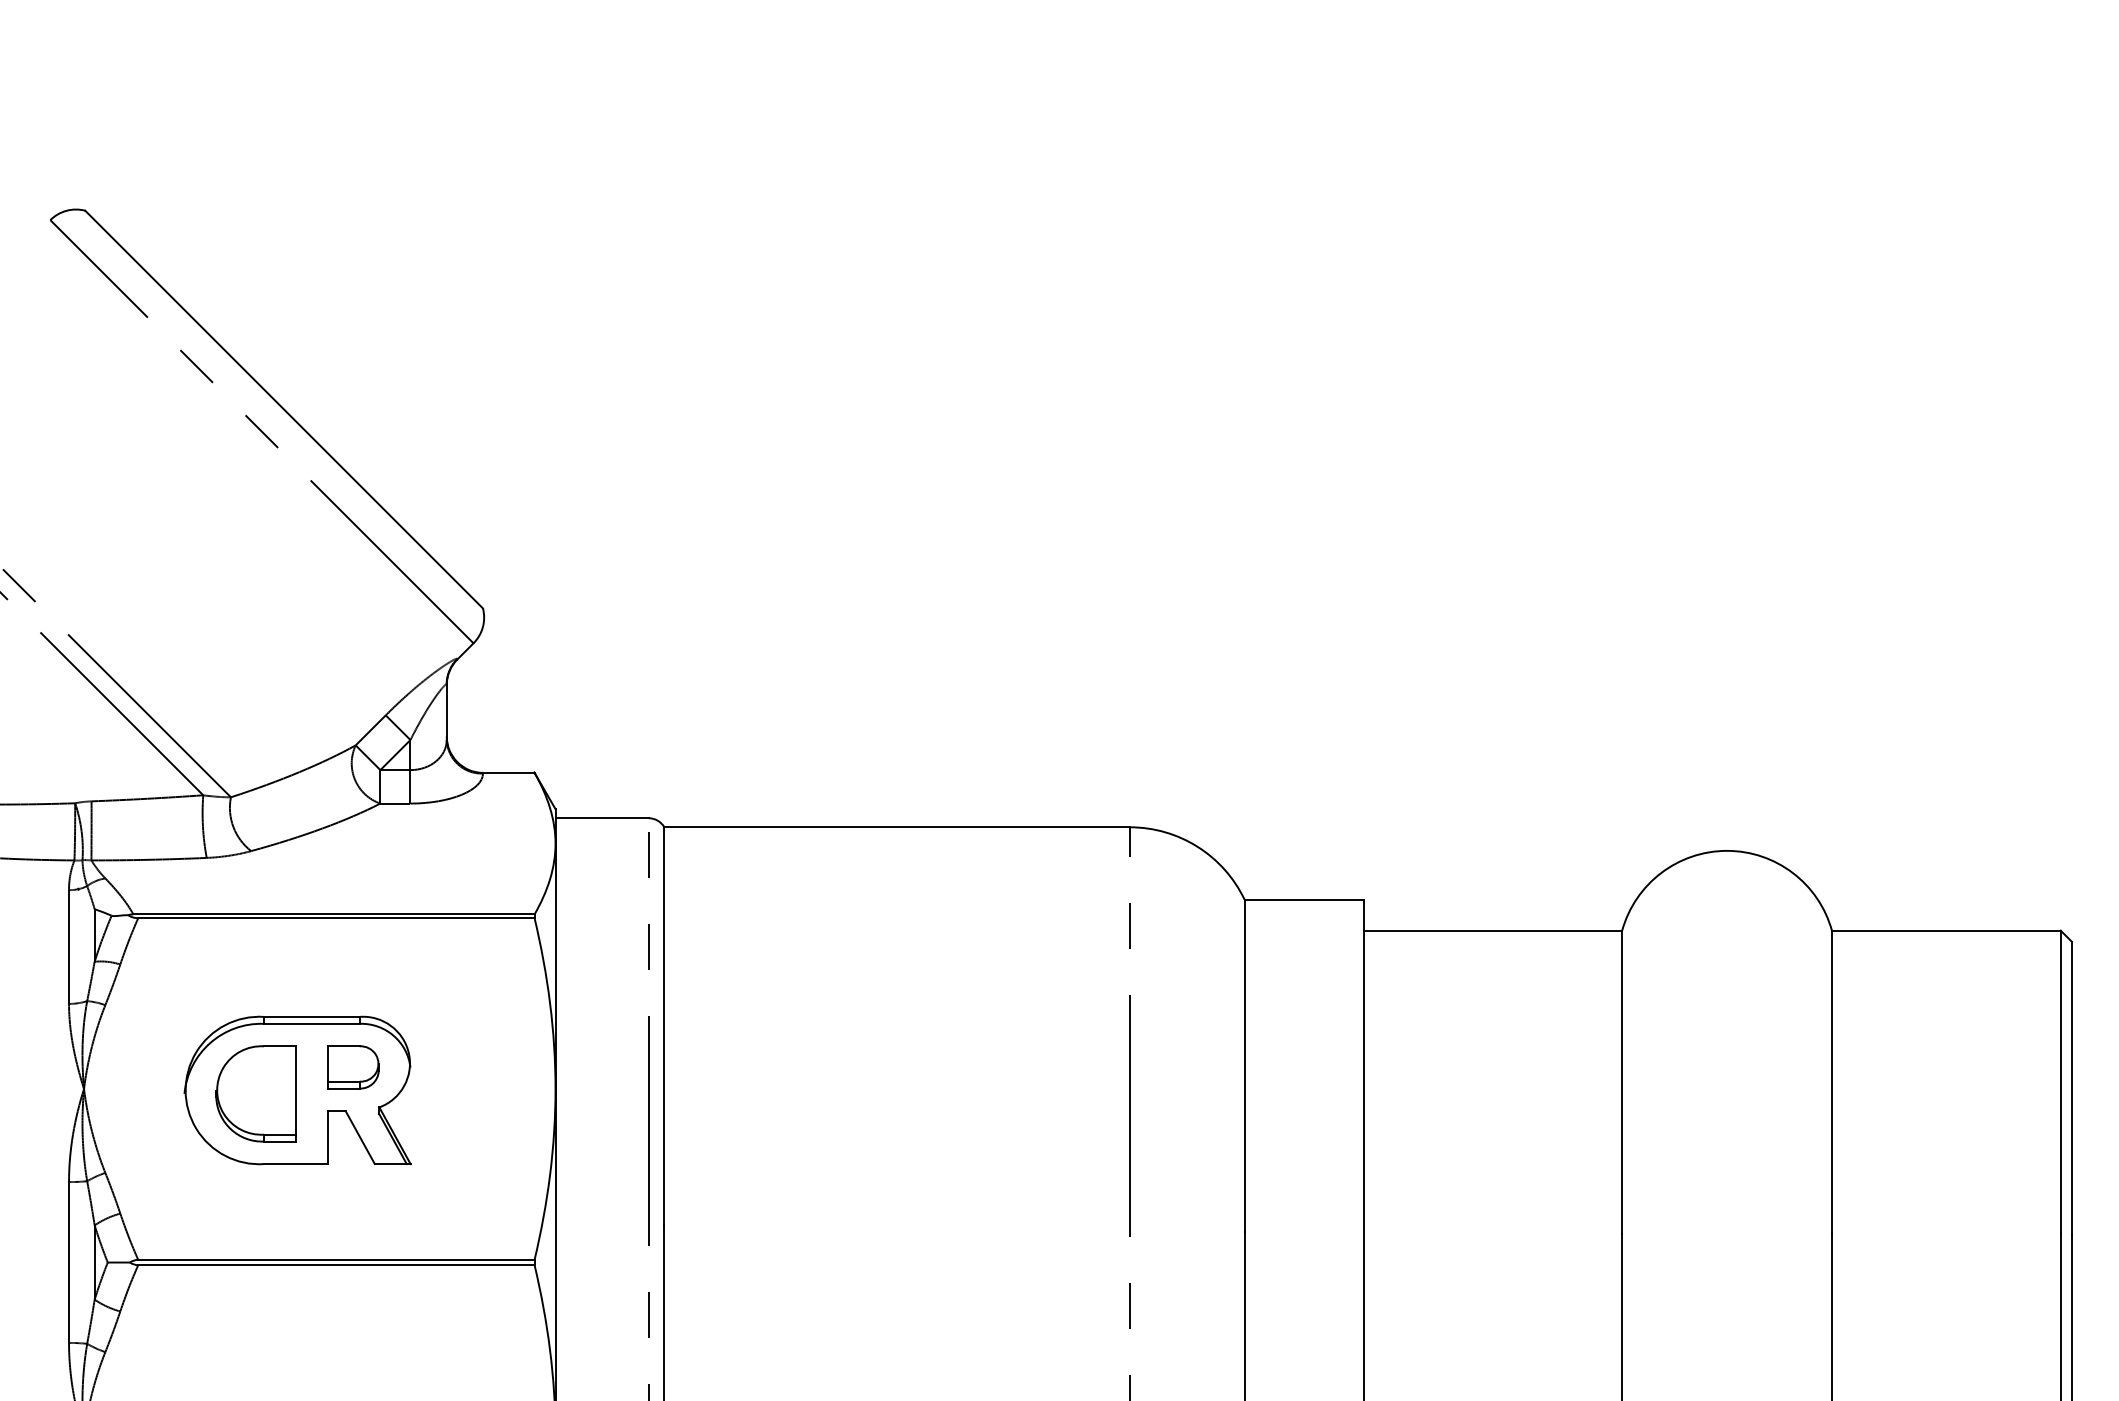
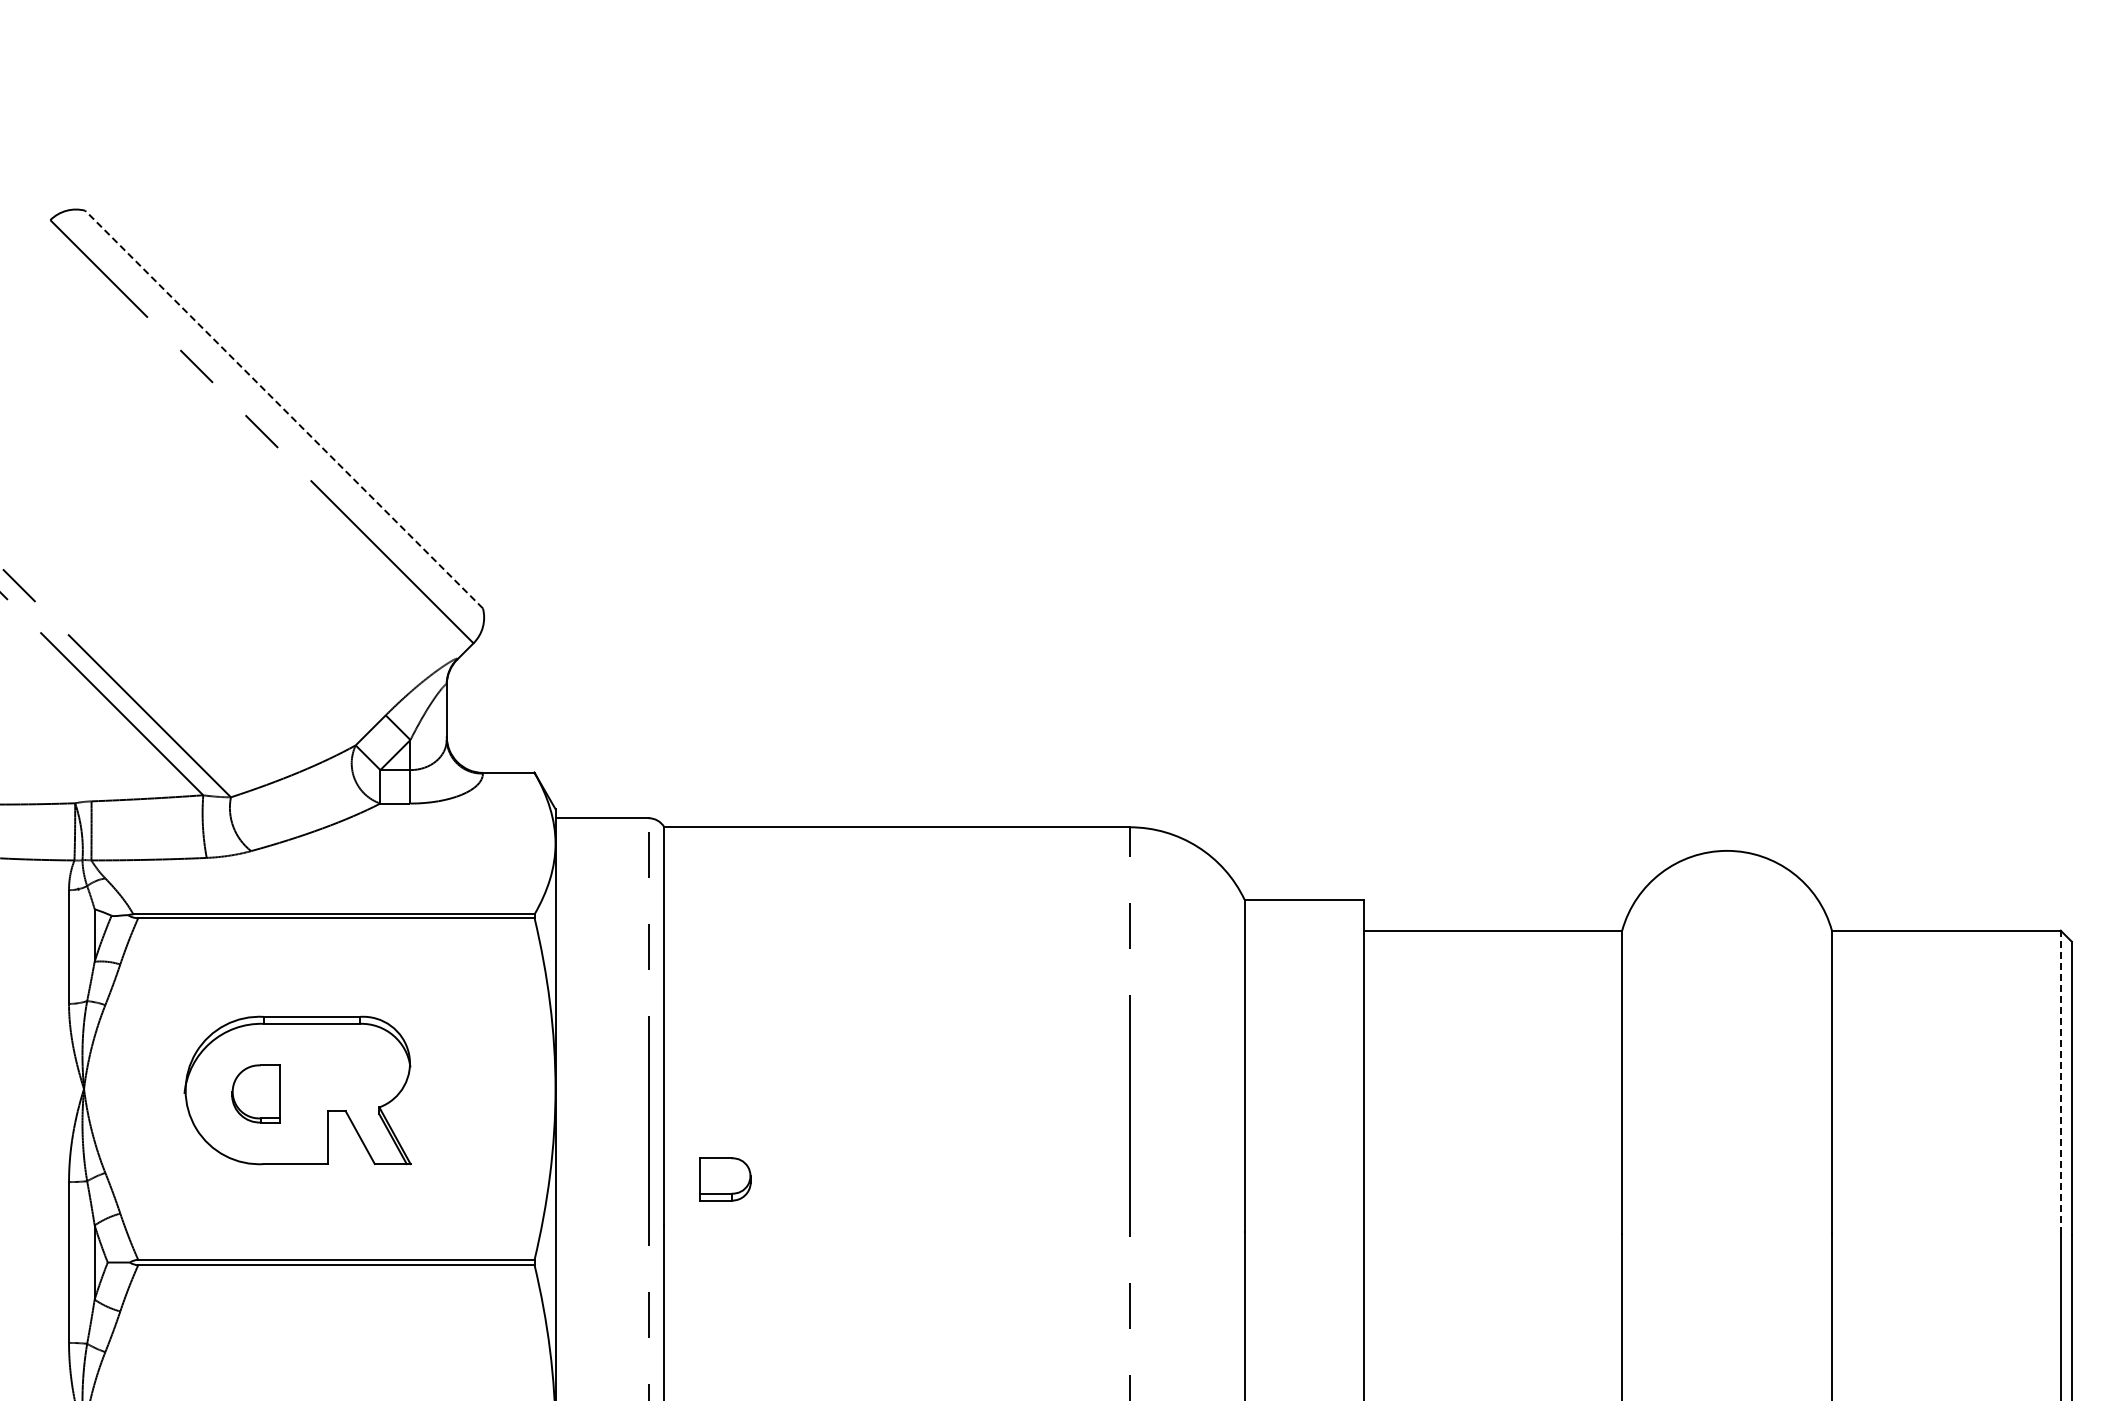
line at (283, 409): solid -> dashed
part at (353, 1067) position: (353, 1067) -> (725, 1179)
line at (2060, 1082): solid -> dashed
part at (255, 1093) size: 82x98 px -> 50x60 px
